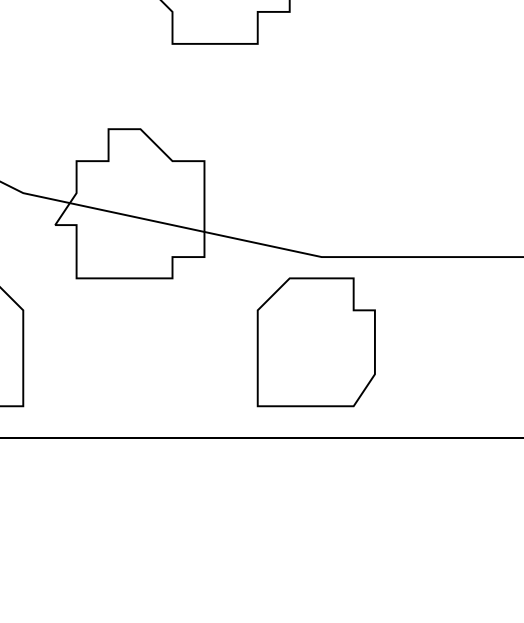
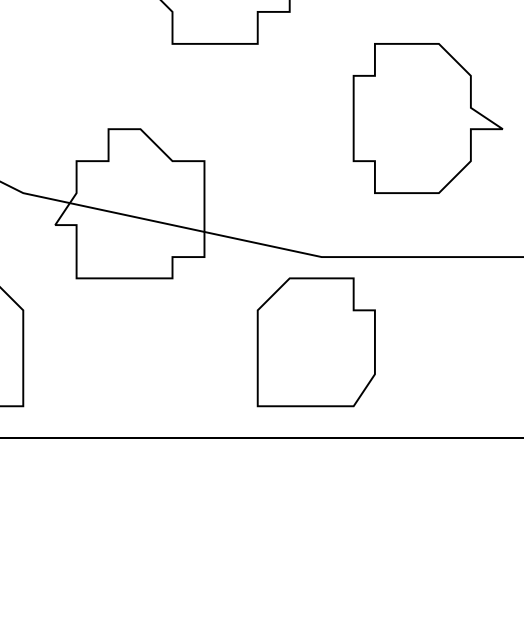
part at (427, 118): none -> present
